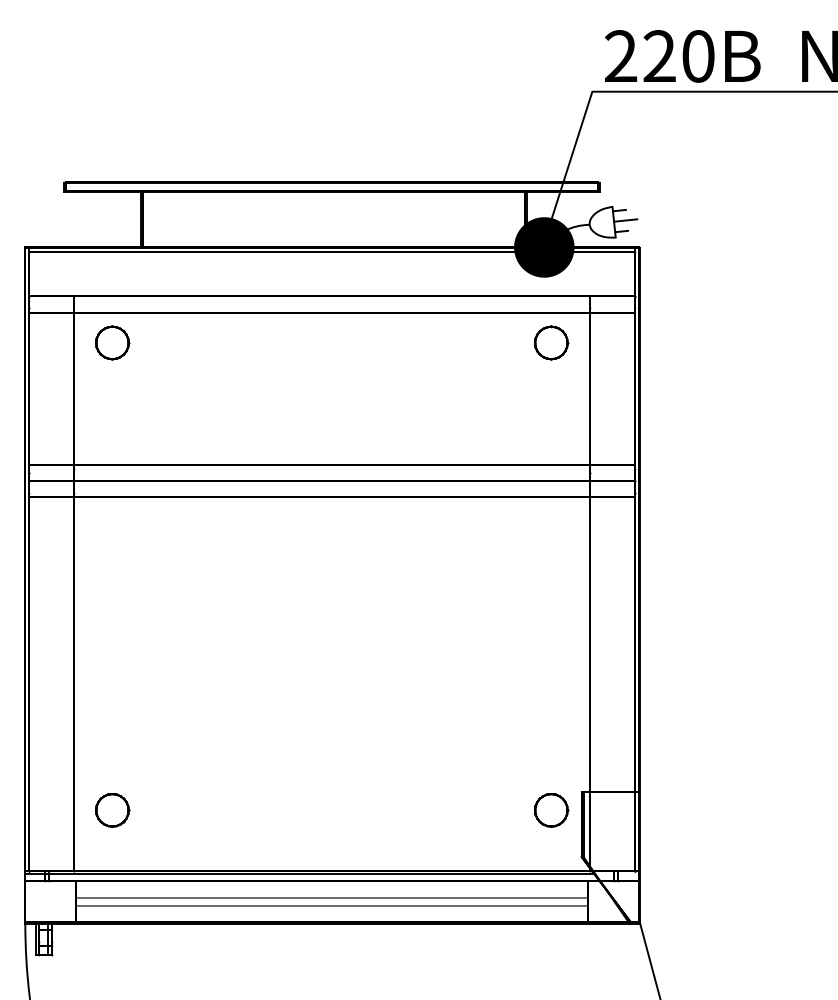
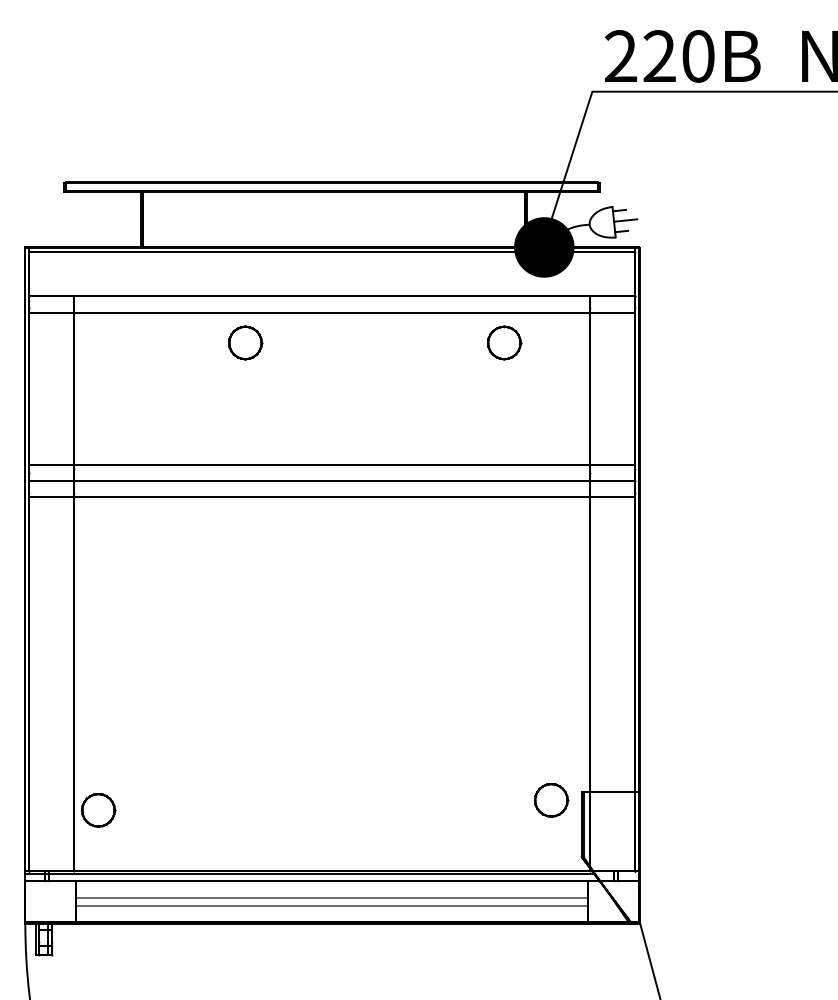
part at (112, 342) position: (112, 342) -> (245, 342)
part at (551, 342) position: (551, 342) -> (504, 342)
part at (112, 810) position: (112, 810) -> (98, 810)
part at (551, 810) position: (551, 810) -> (551, 800)
